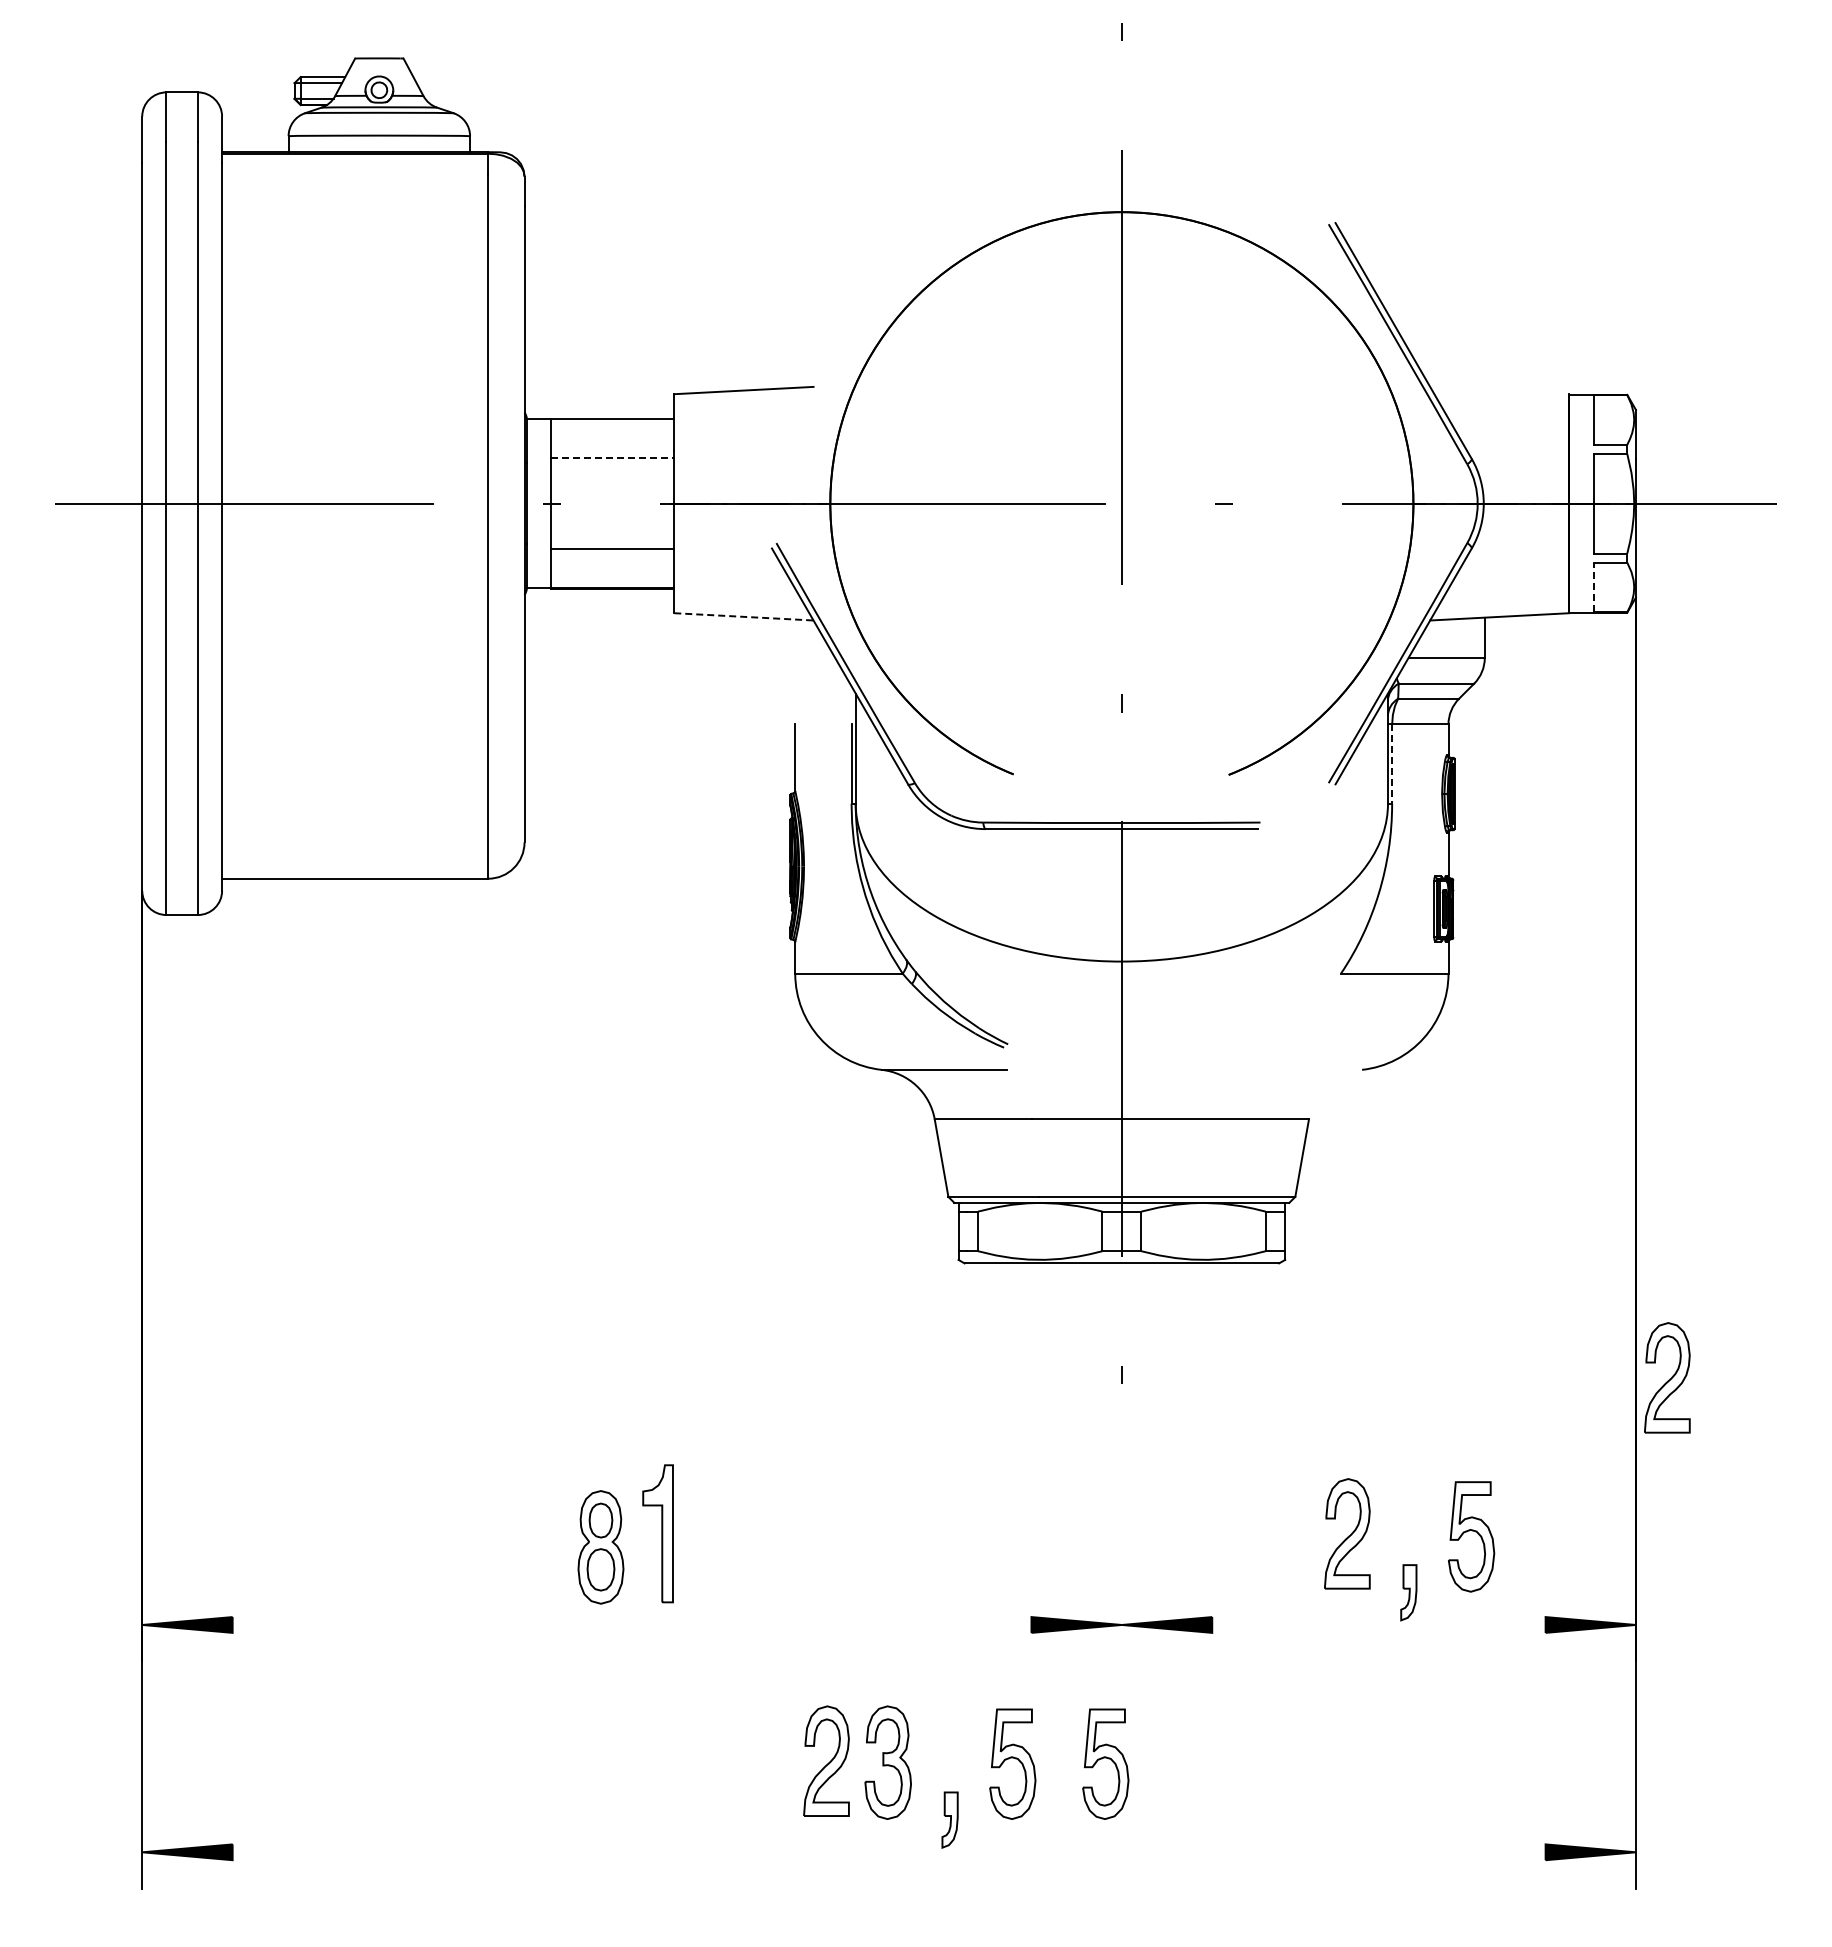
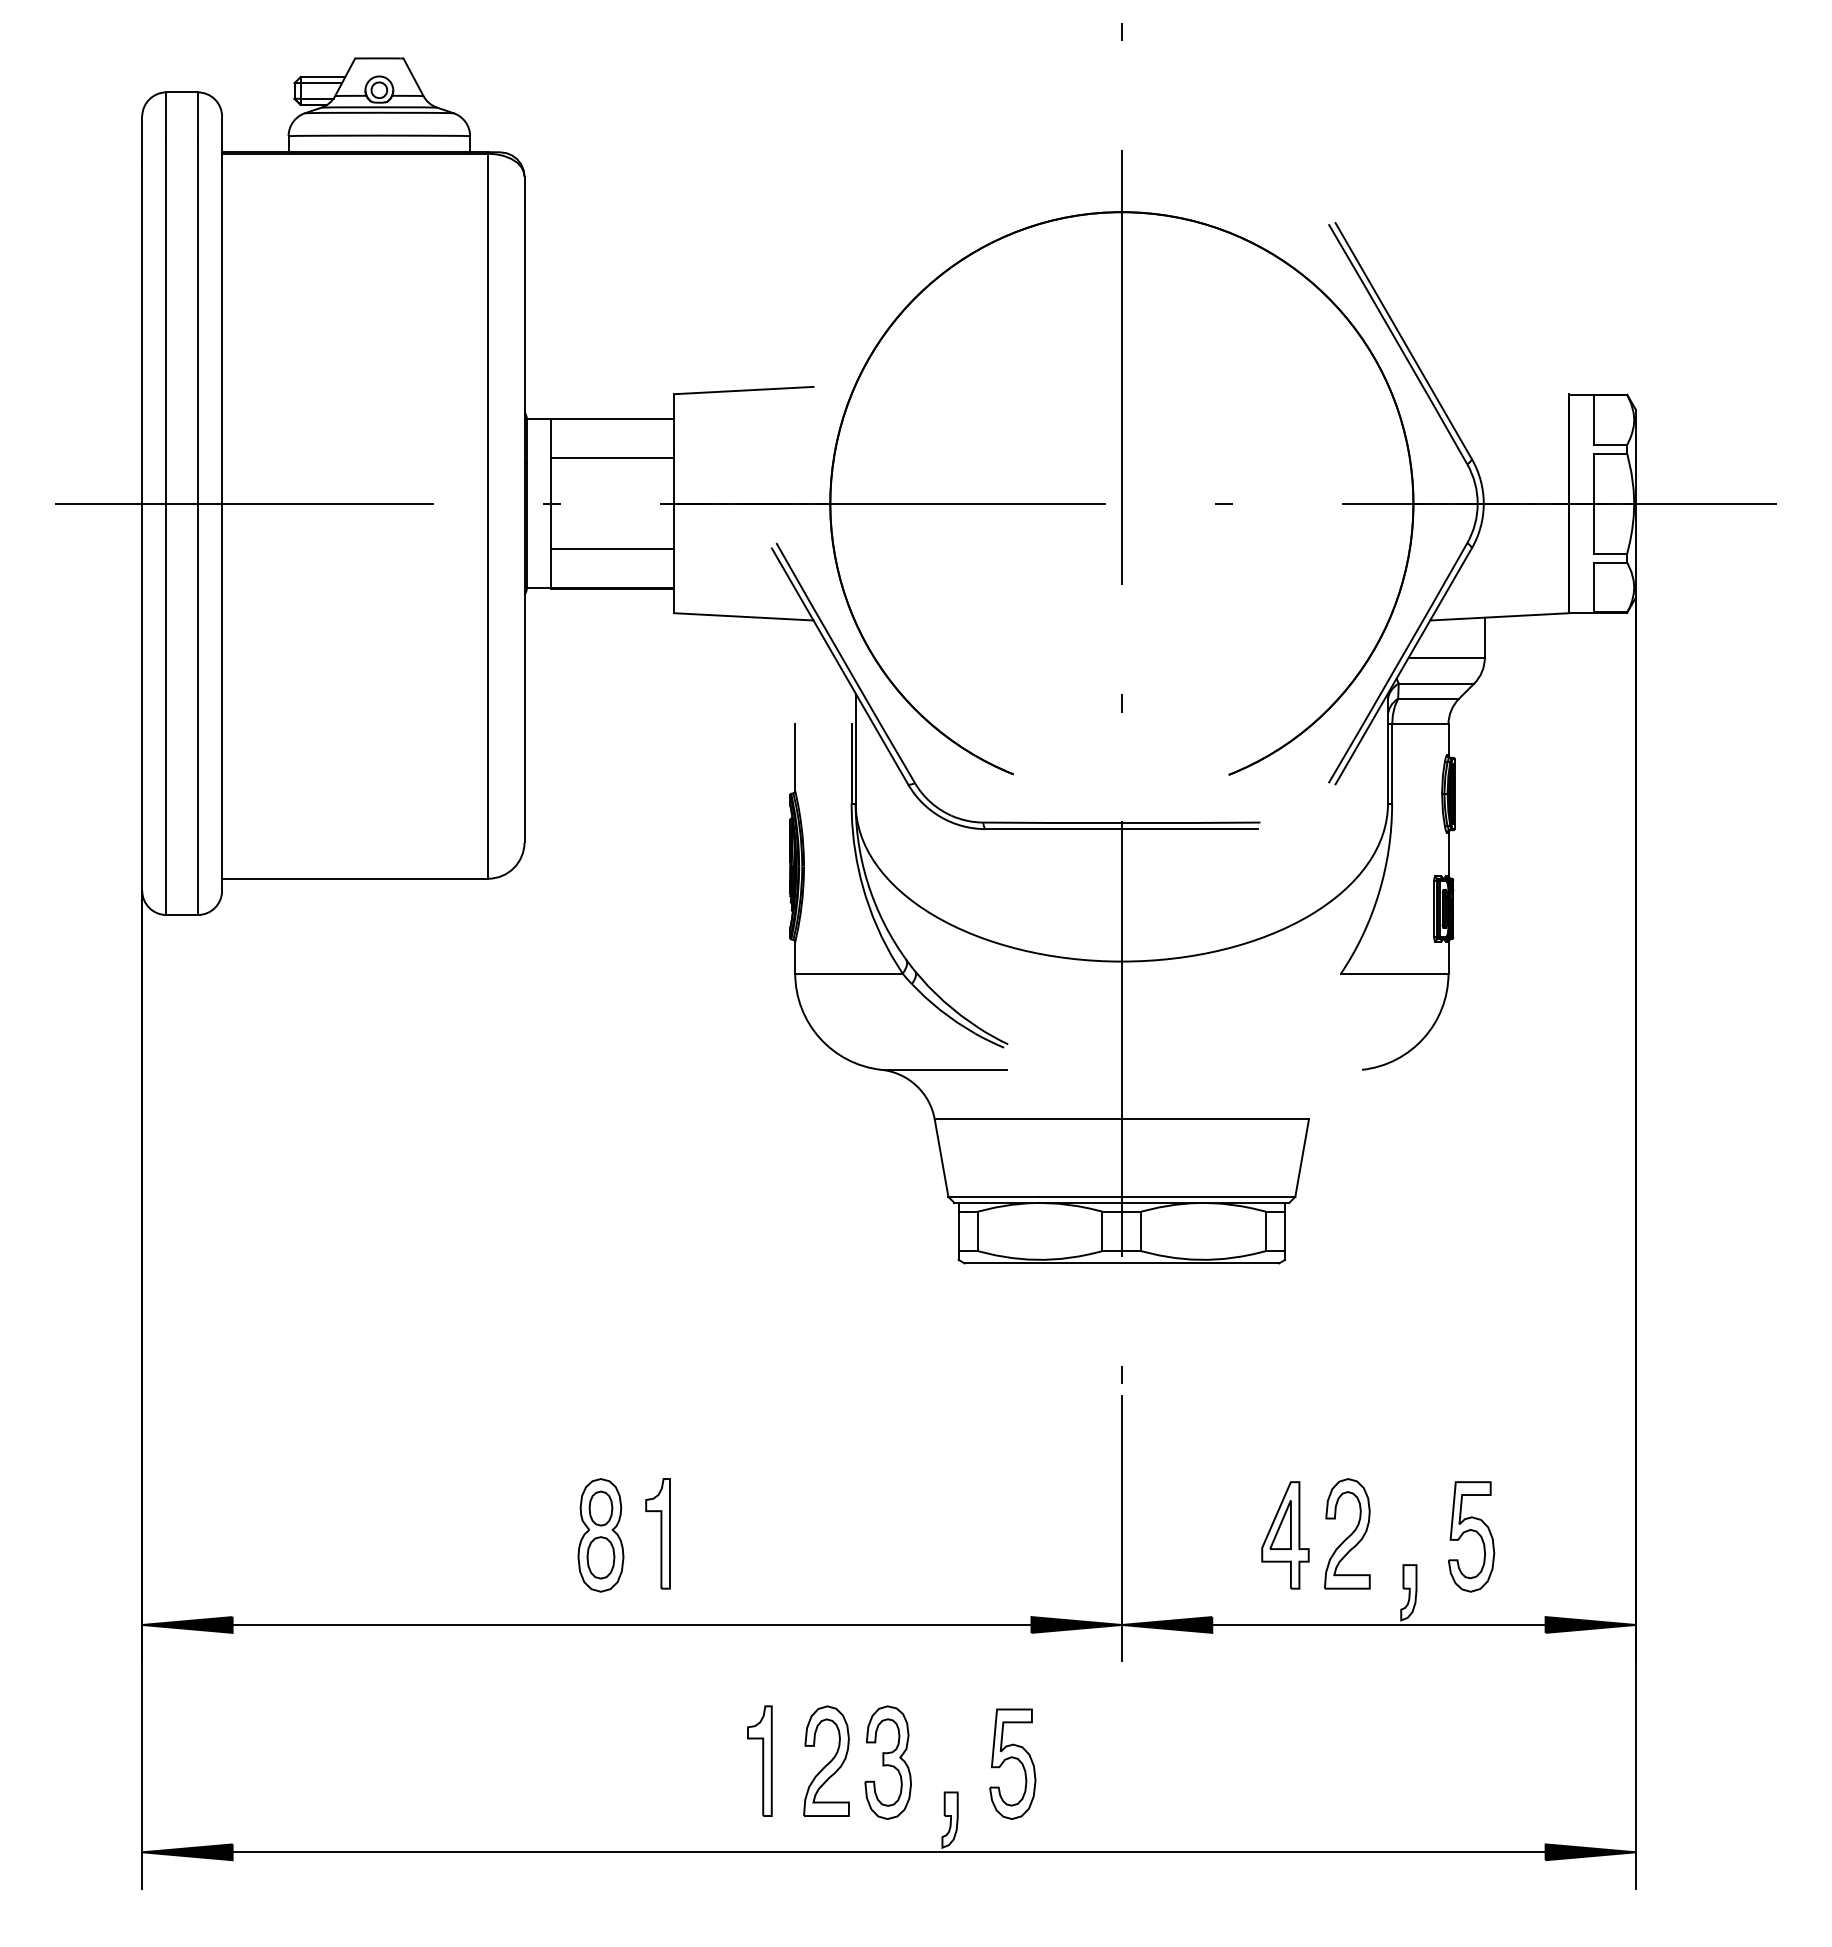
line at (612, 457): dashed -> solid
line at (1593, 587): dashed -> solid
line at (743, 616): dashed -> solid
line at (1392, 764): dashed -> solid
part at (1667, 1377): present -> none
line at (1121, 1528): none -> present
part at (657, 1533) size: 32x140 px -> 26x112 px
part at (1285, 1535): none -> present
part at (600, 1547) position: (600, 1547) -> (600, 1535)
line at (631, 1624): none -> present
line at (1378, 1624): none -> present
part at (759, 1760): none -> present
part at (1105, 1763): present -> none
line at (888, 1852): none -> present
